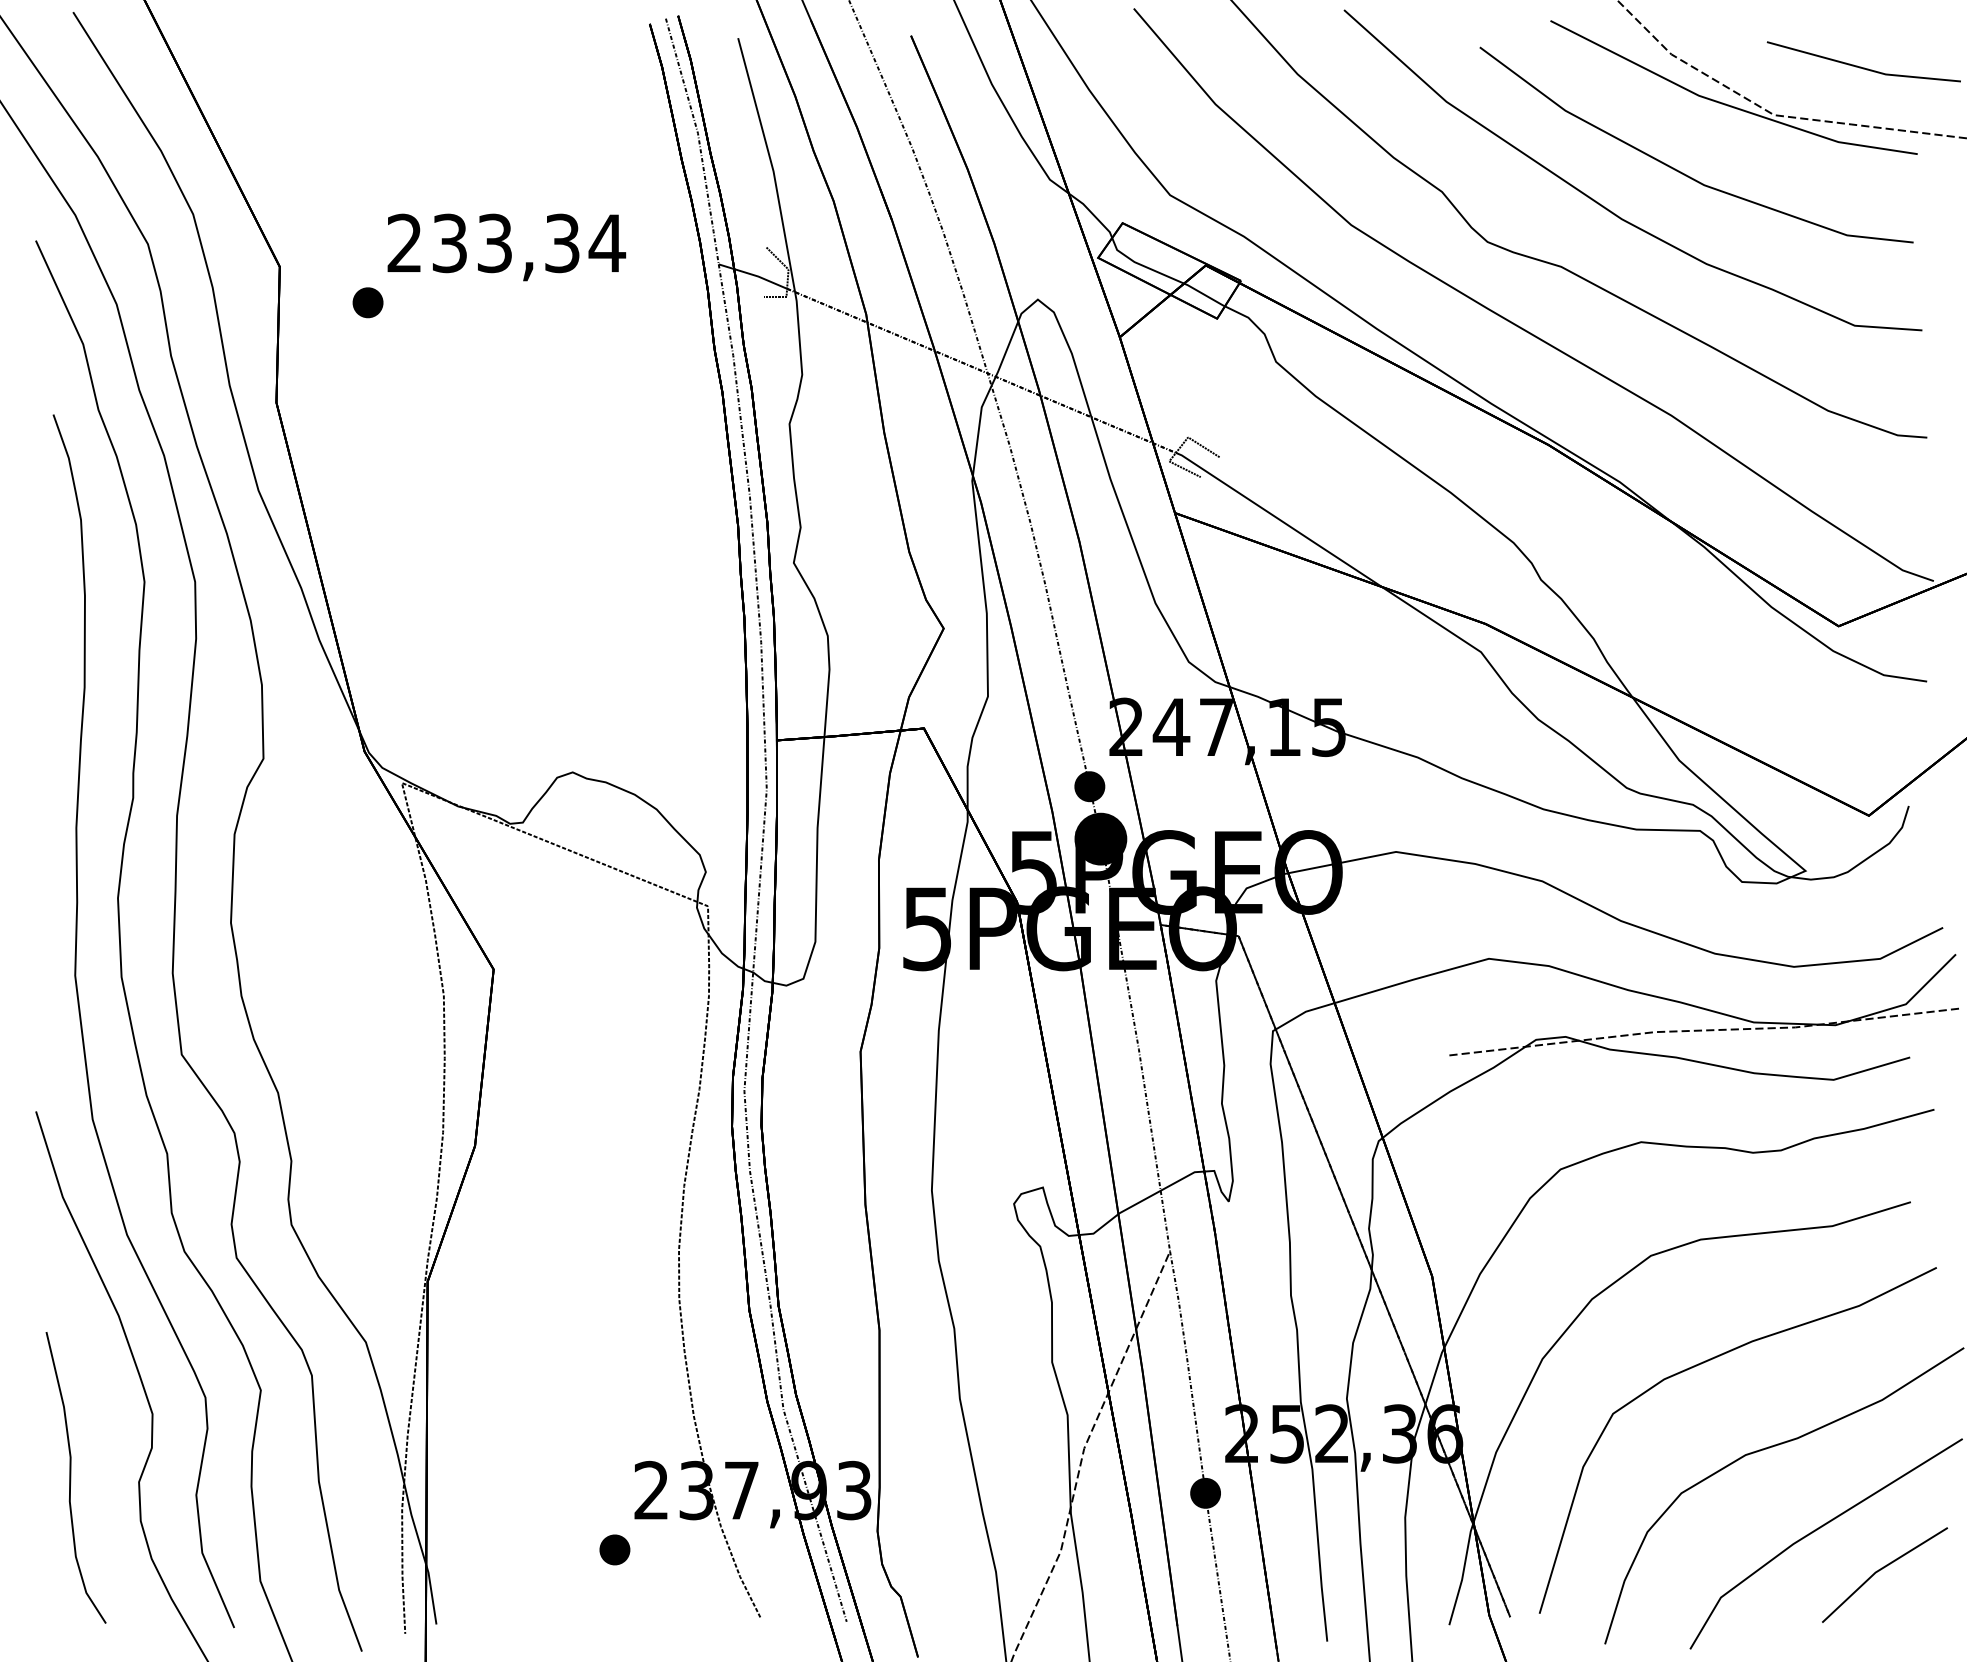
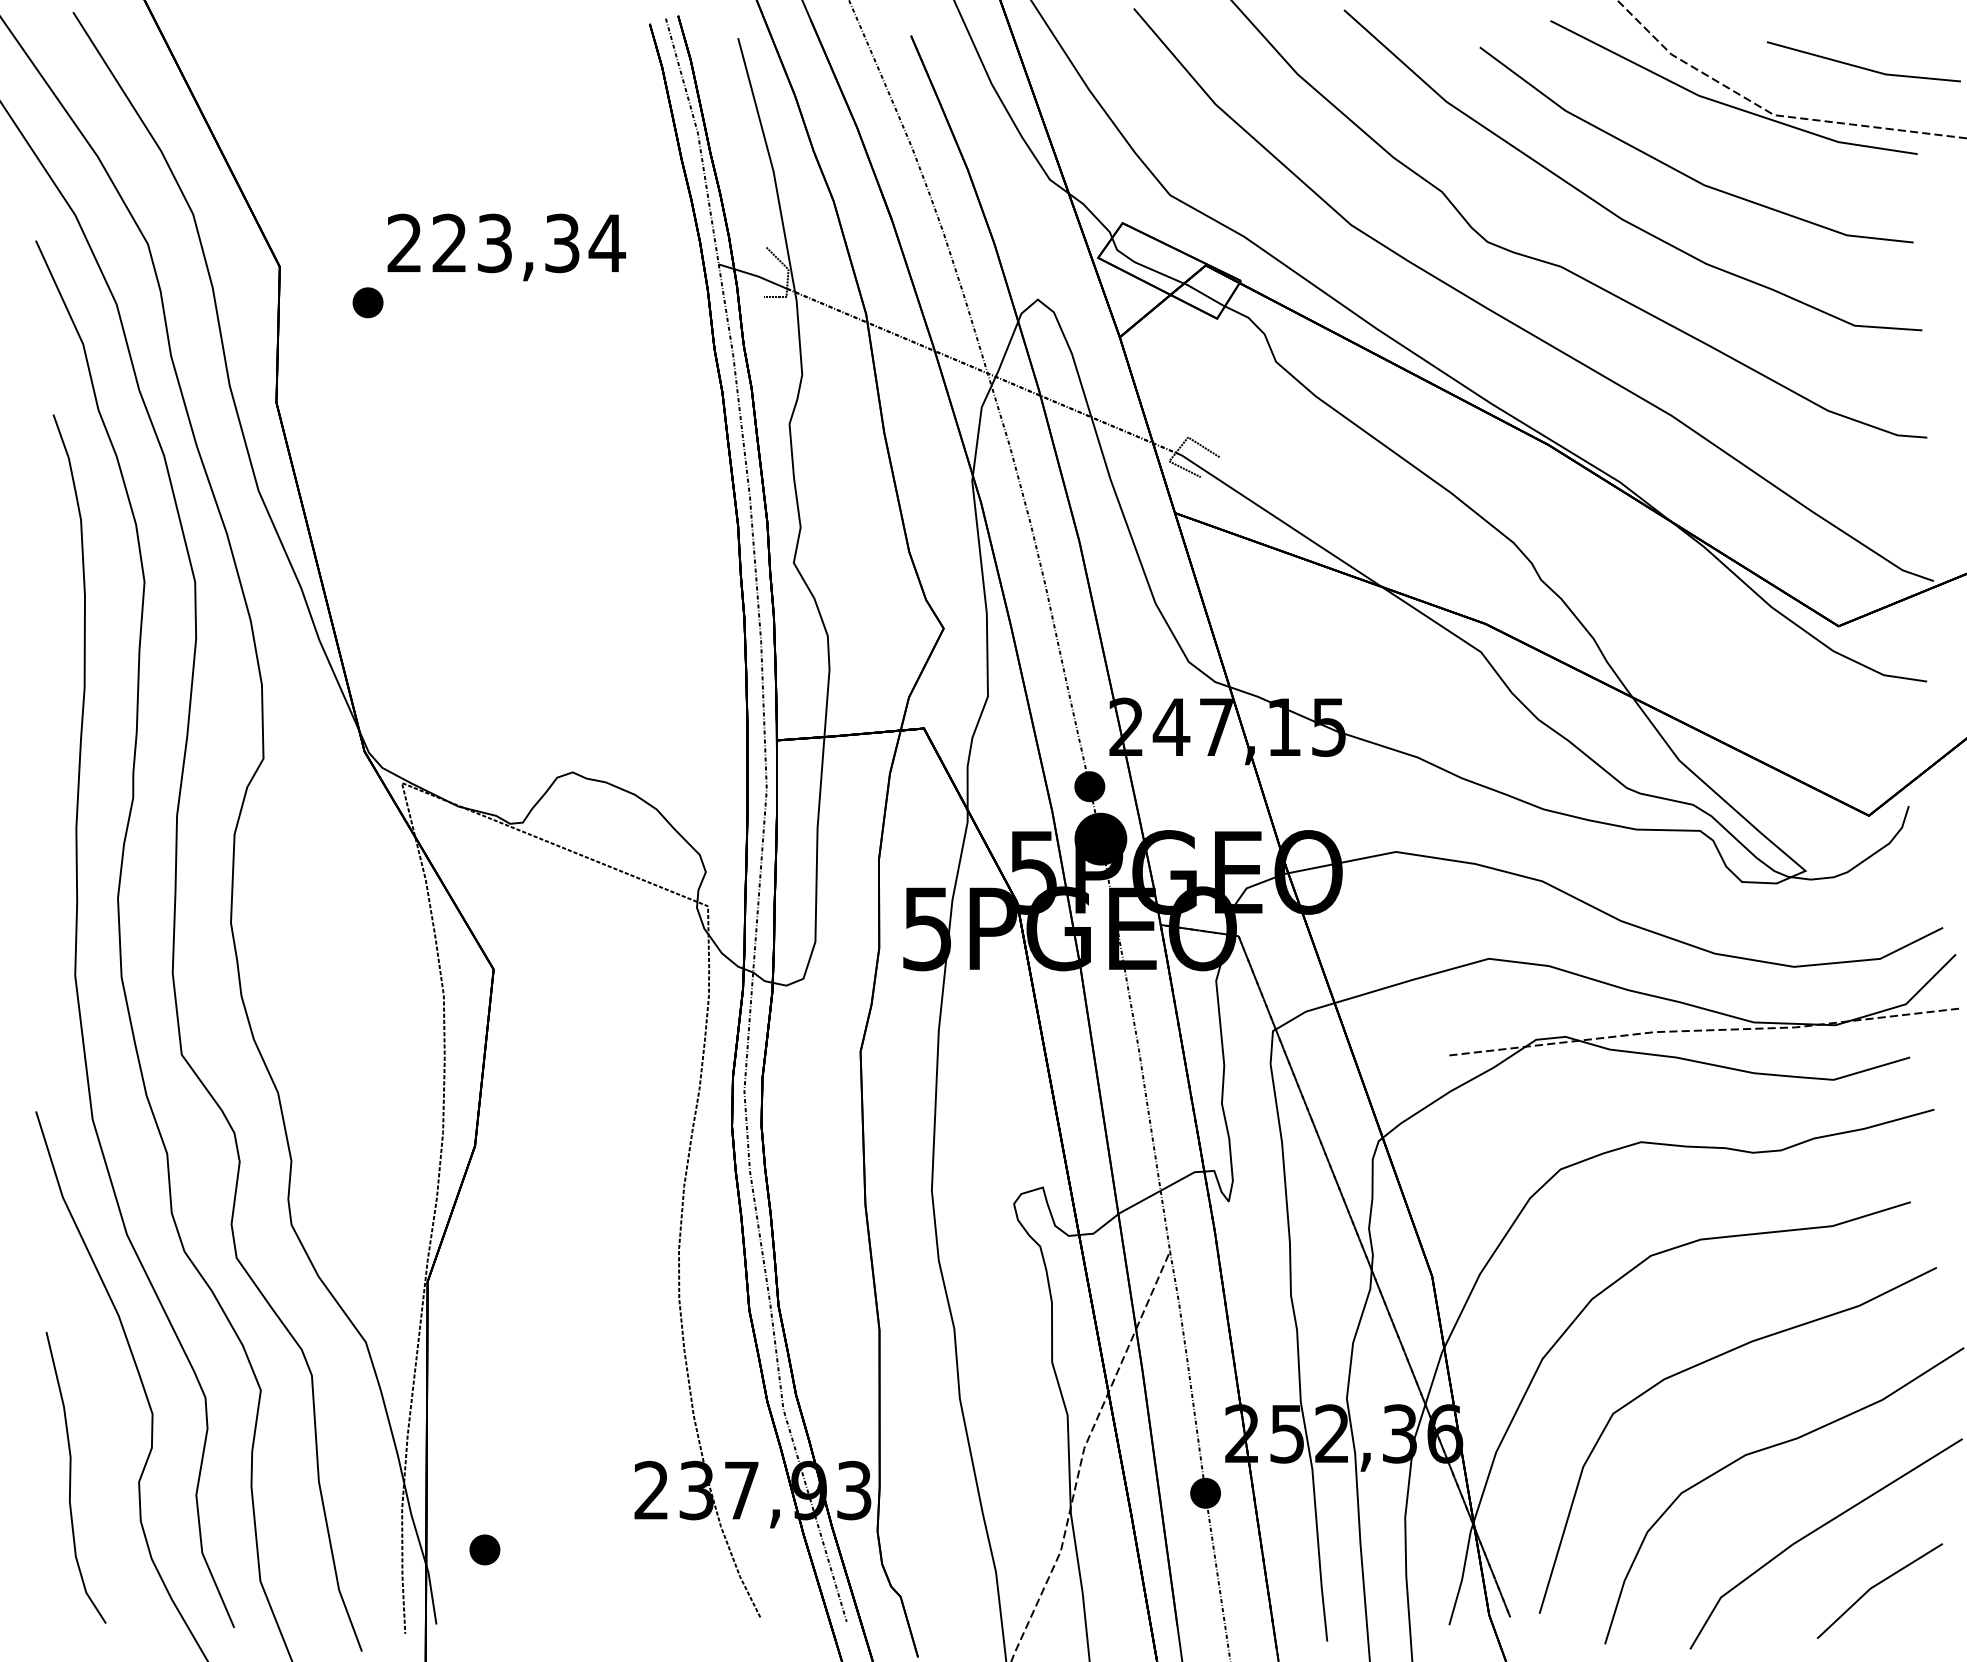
text at (449, 243): 233,34 -> 223,34
part at (614, 1549) position: (614, 1549) -> (484, 1549)
part at (1884, 1574) position: (1884, 1574) -> (1879, 1590)
